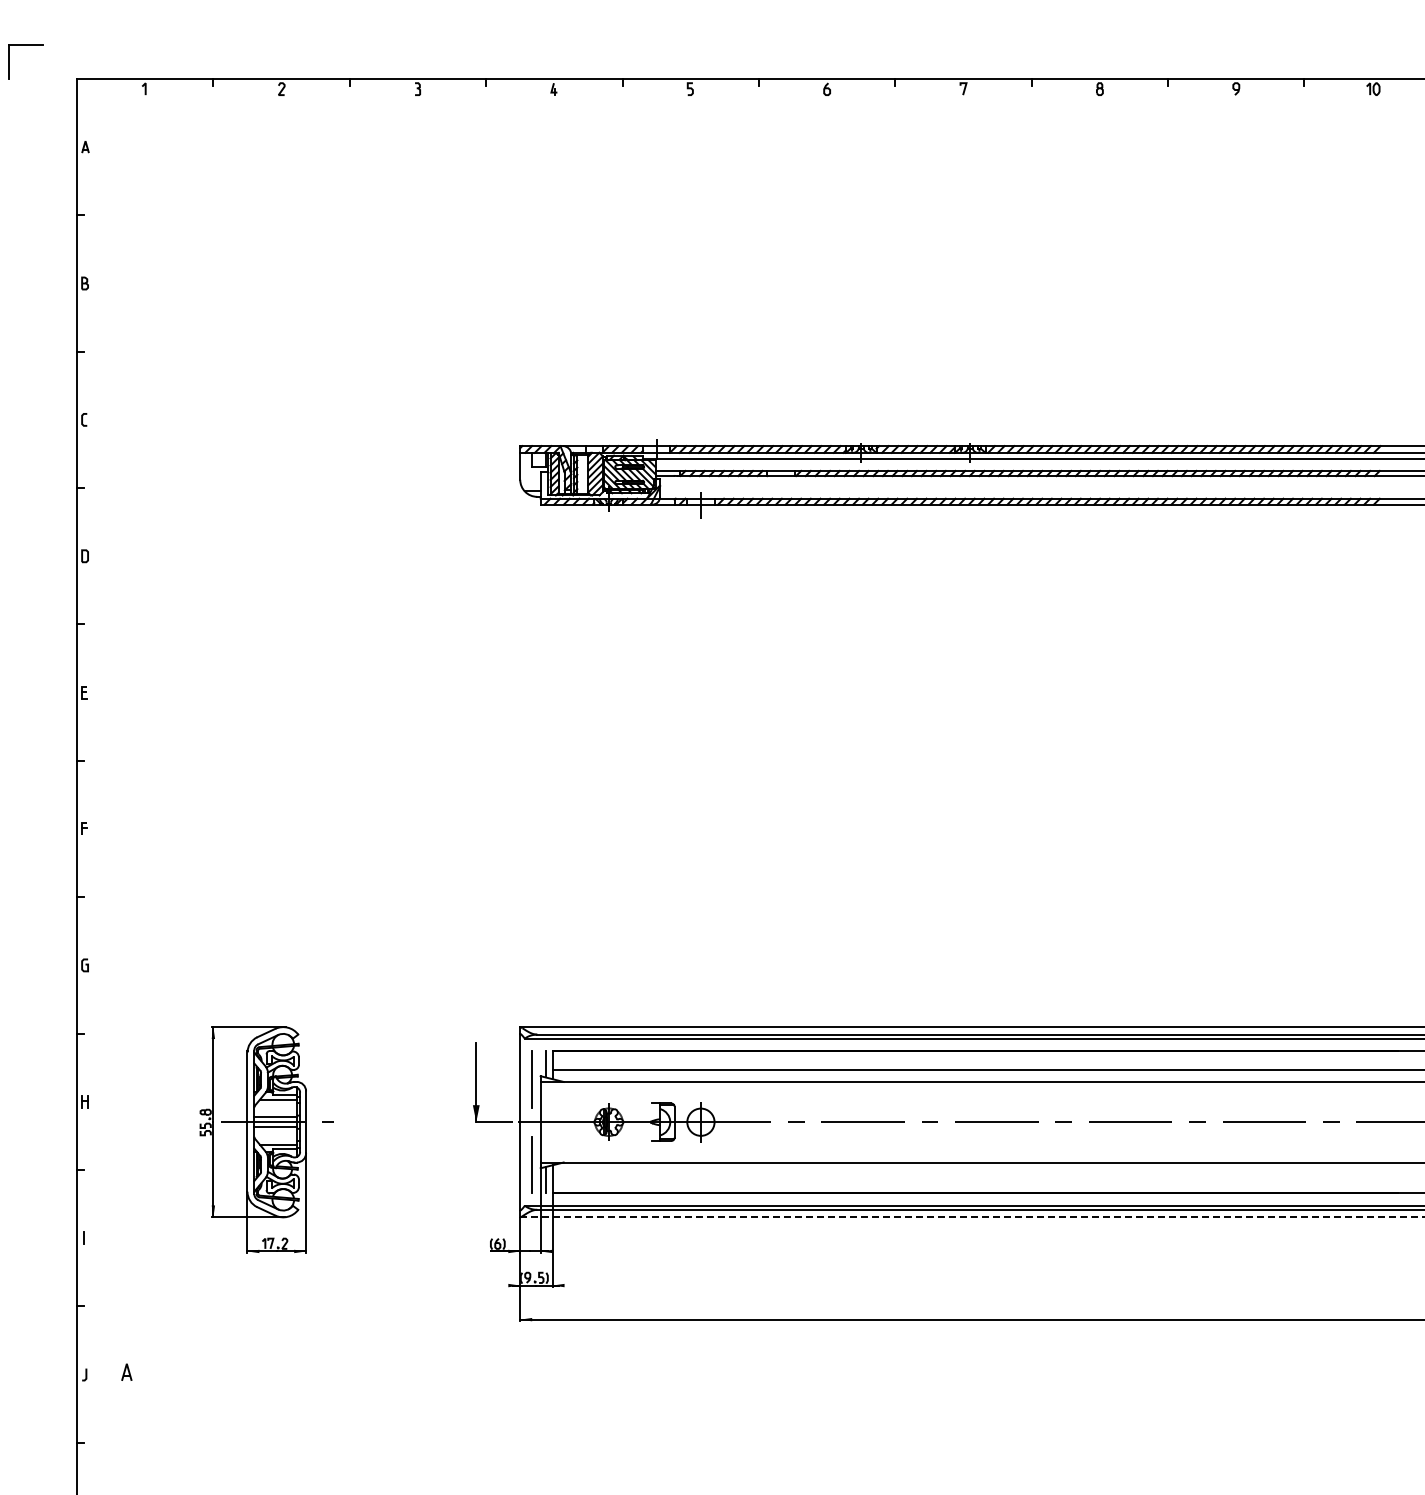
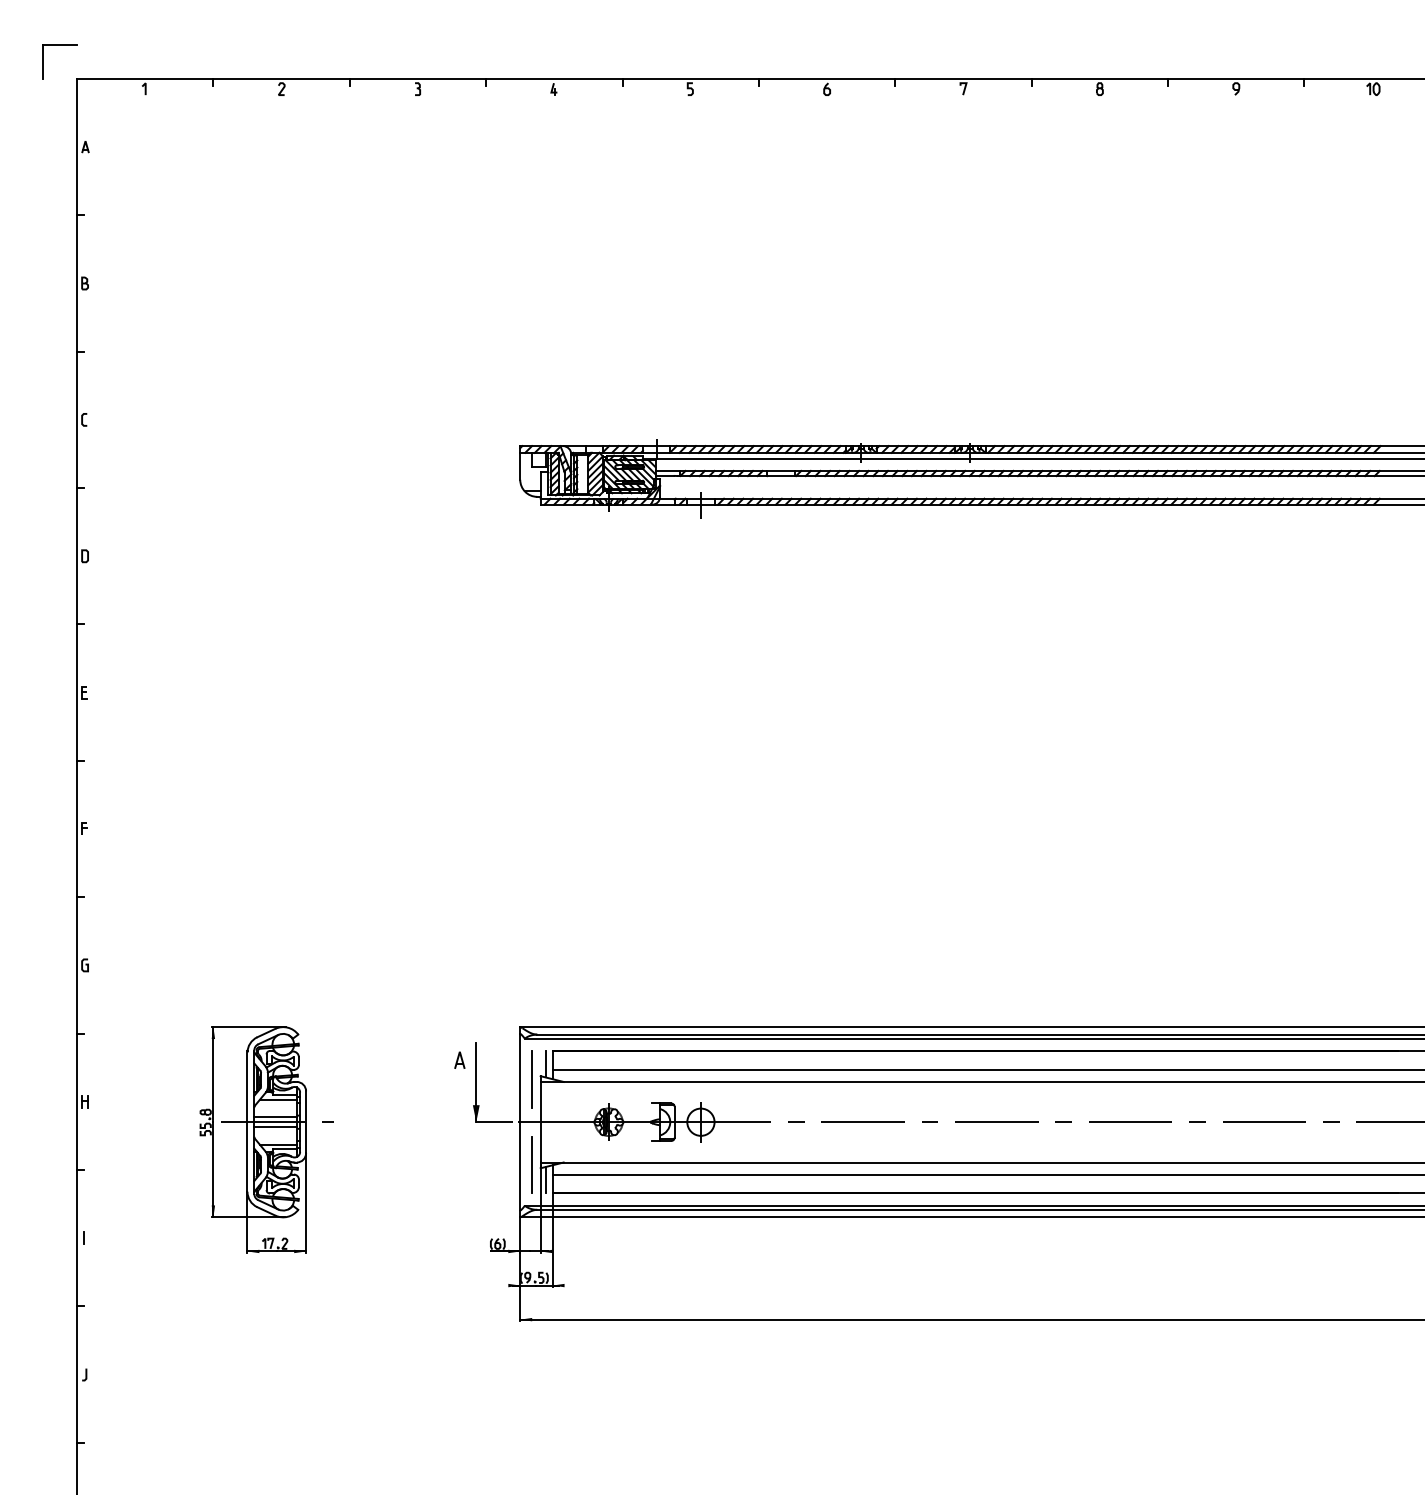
part at (25, 45) position: (25, 45) -> (59, 45)
line at (986, 1174): none -> present
line at (972, 1217): dashed -> solid
part at (126, 1371) position: (126, 1371) -> (459, 1059)
